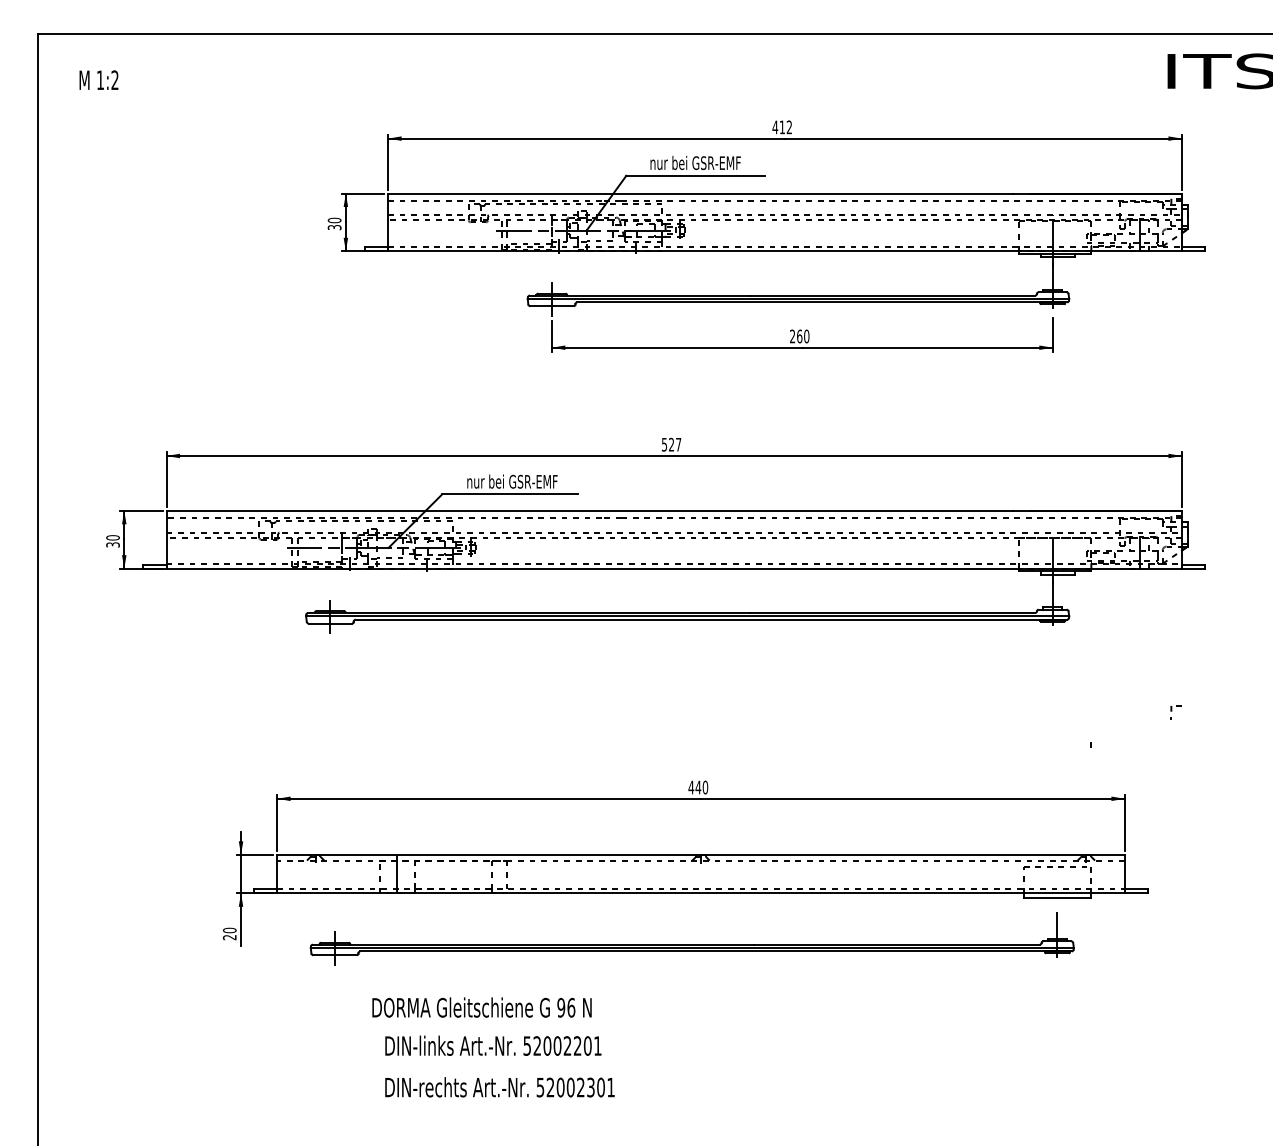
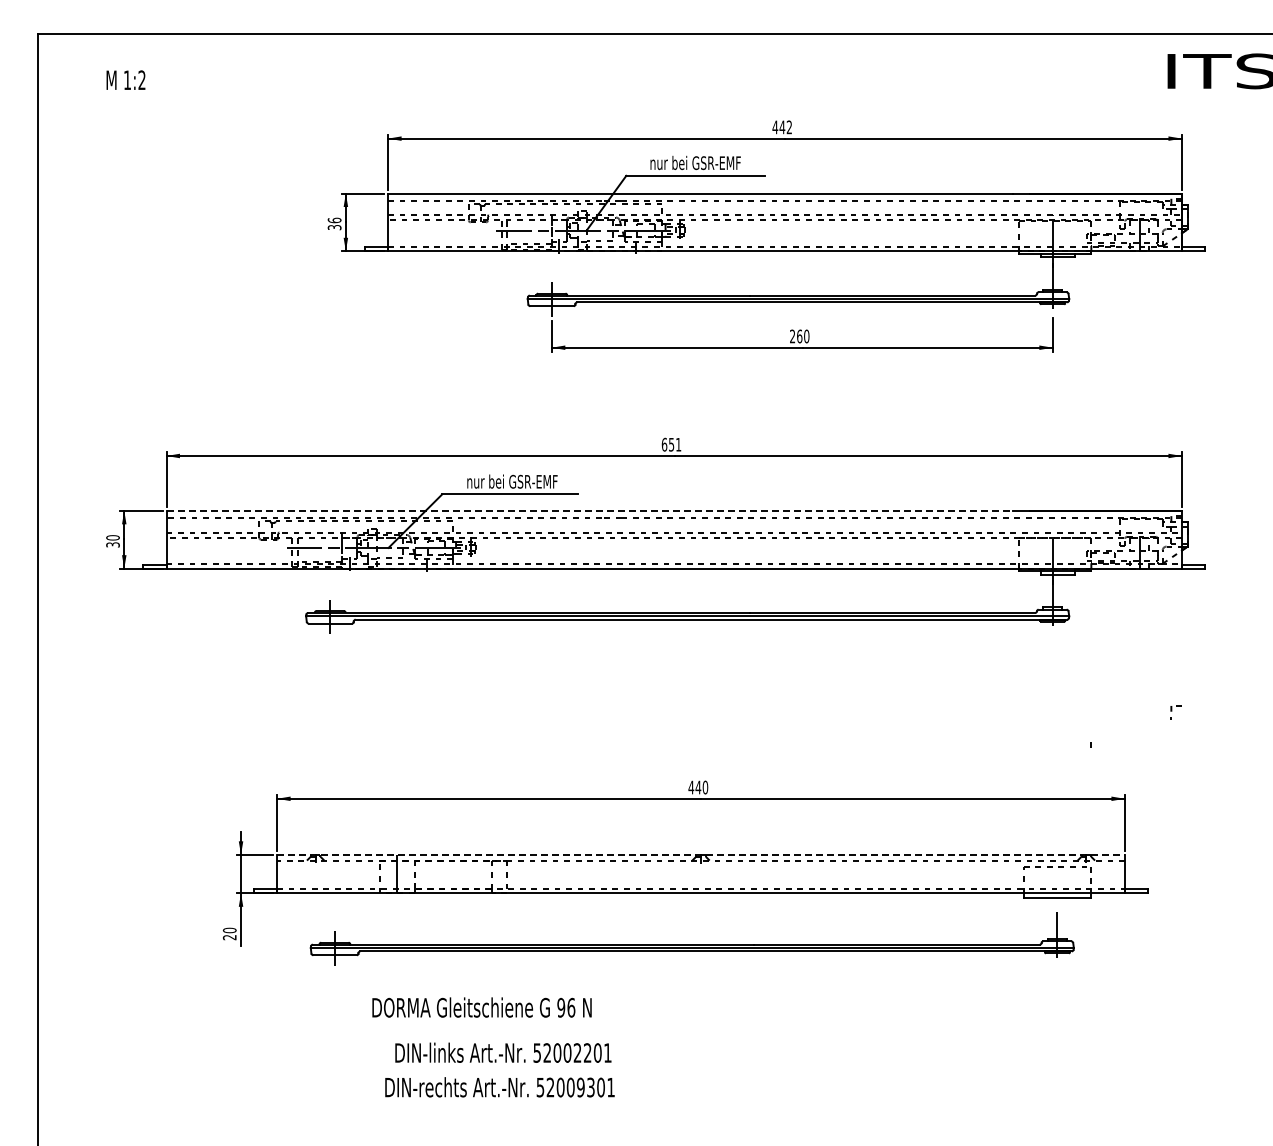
text at (98, 79) position: (98, 79) -> (125, 79)
text at (782, 127): 412 -> 442
text at (334, 219): 30 -> 36
text at (671, 444): 527 -> 651
line at (590, 510): solid -> dashed
line at (701, 854): solid -> dashed
text at (493, 1045) position: (493, 1045) -> (503, 1052)
text at (580, 1087): 52002301 -> 52009301
